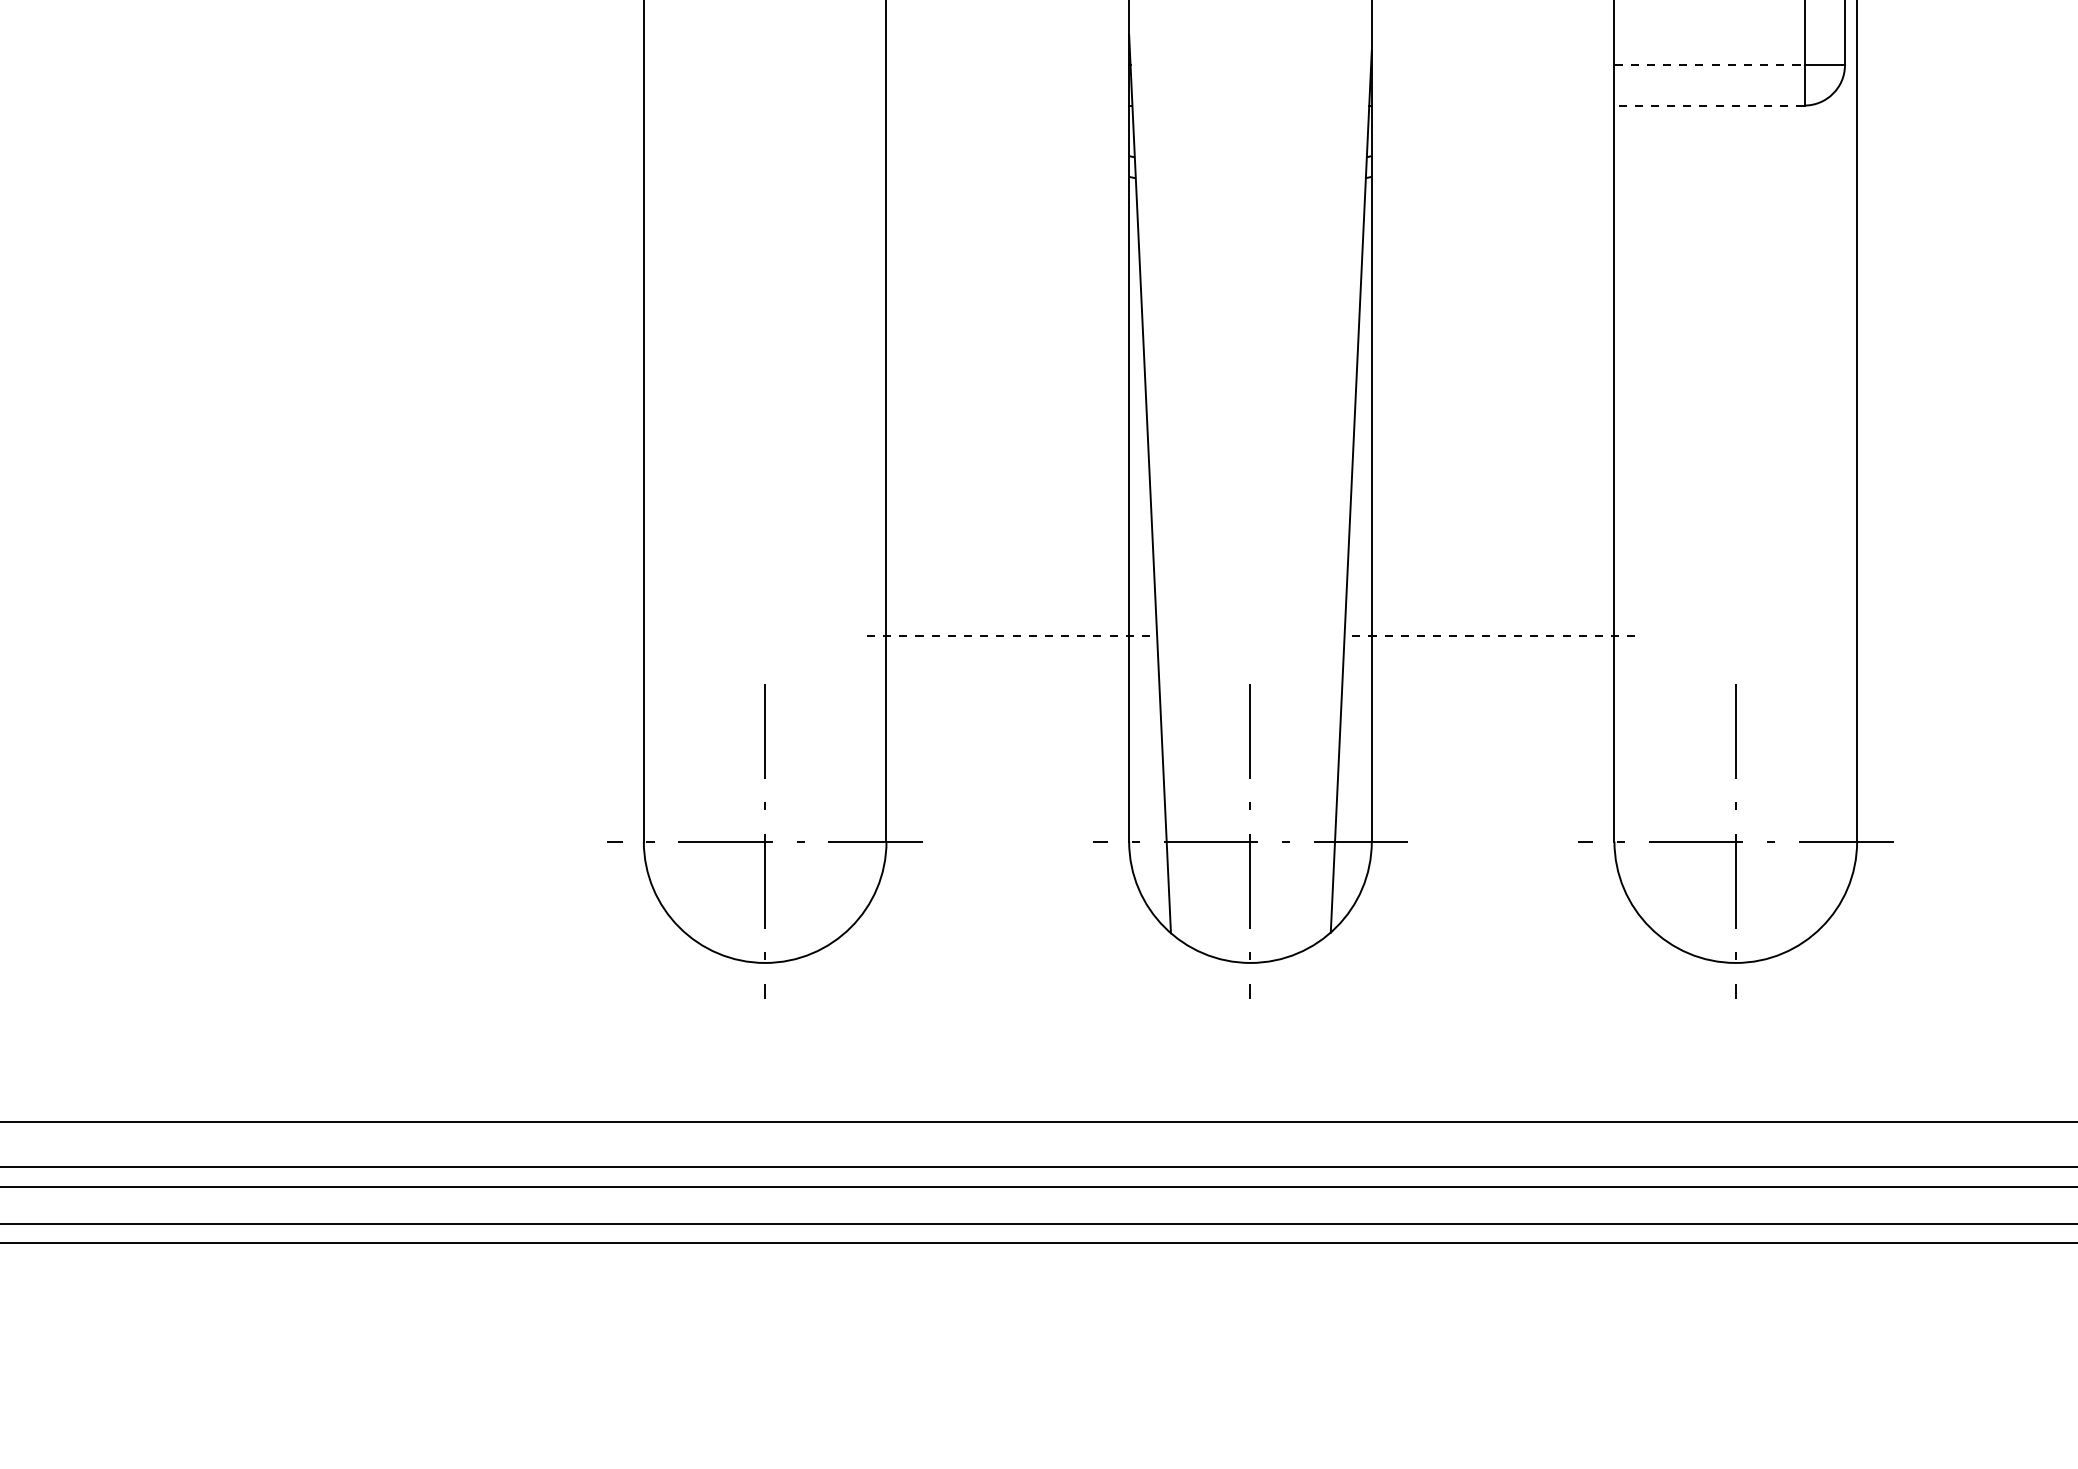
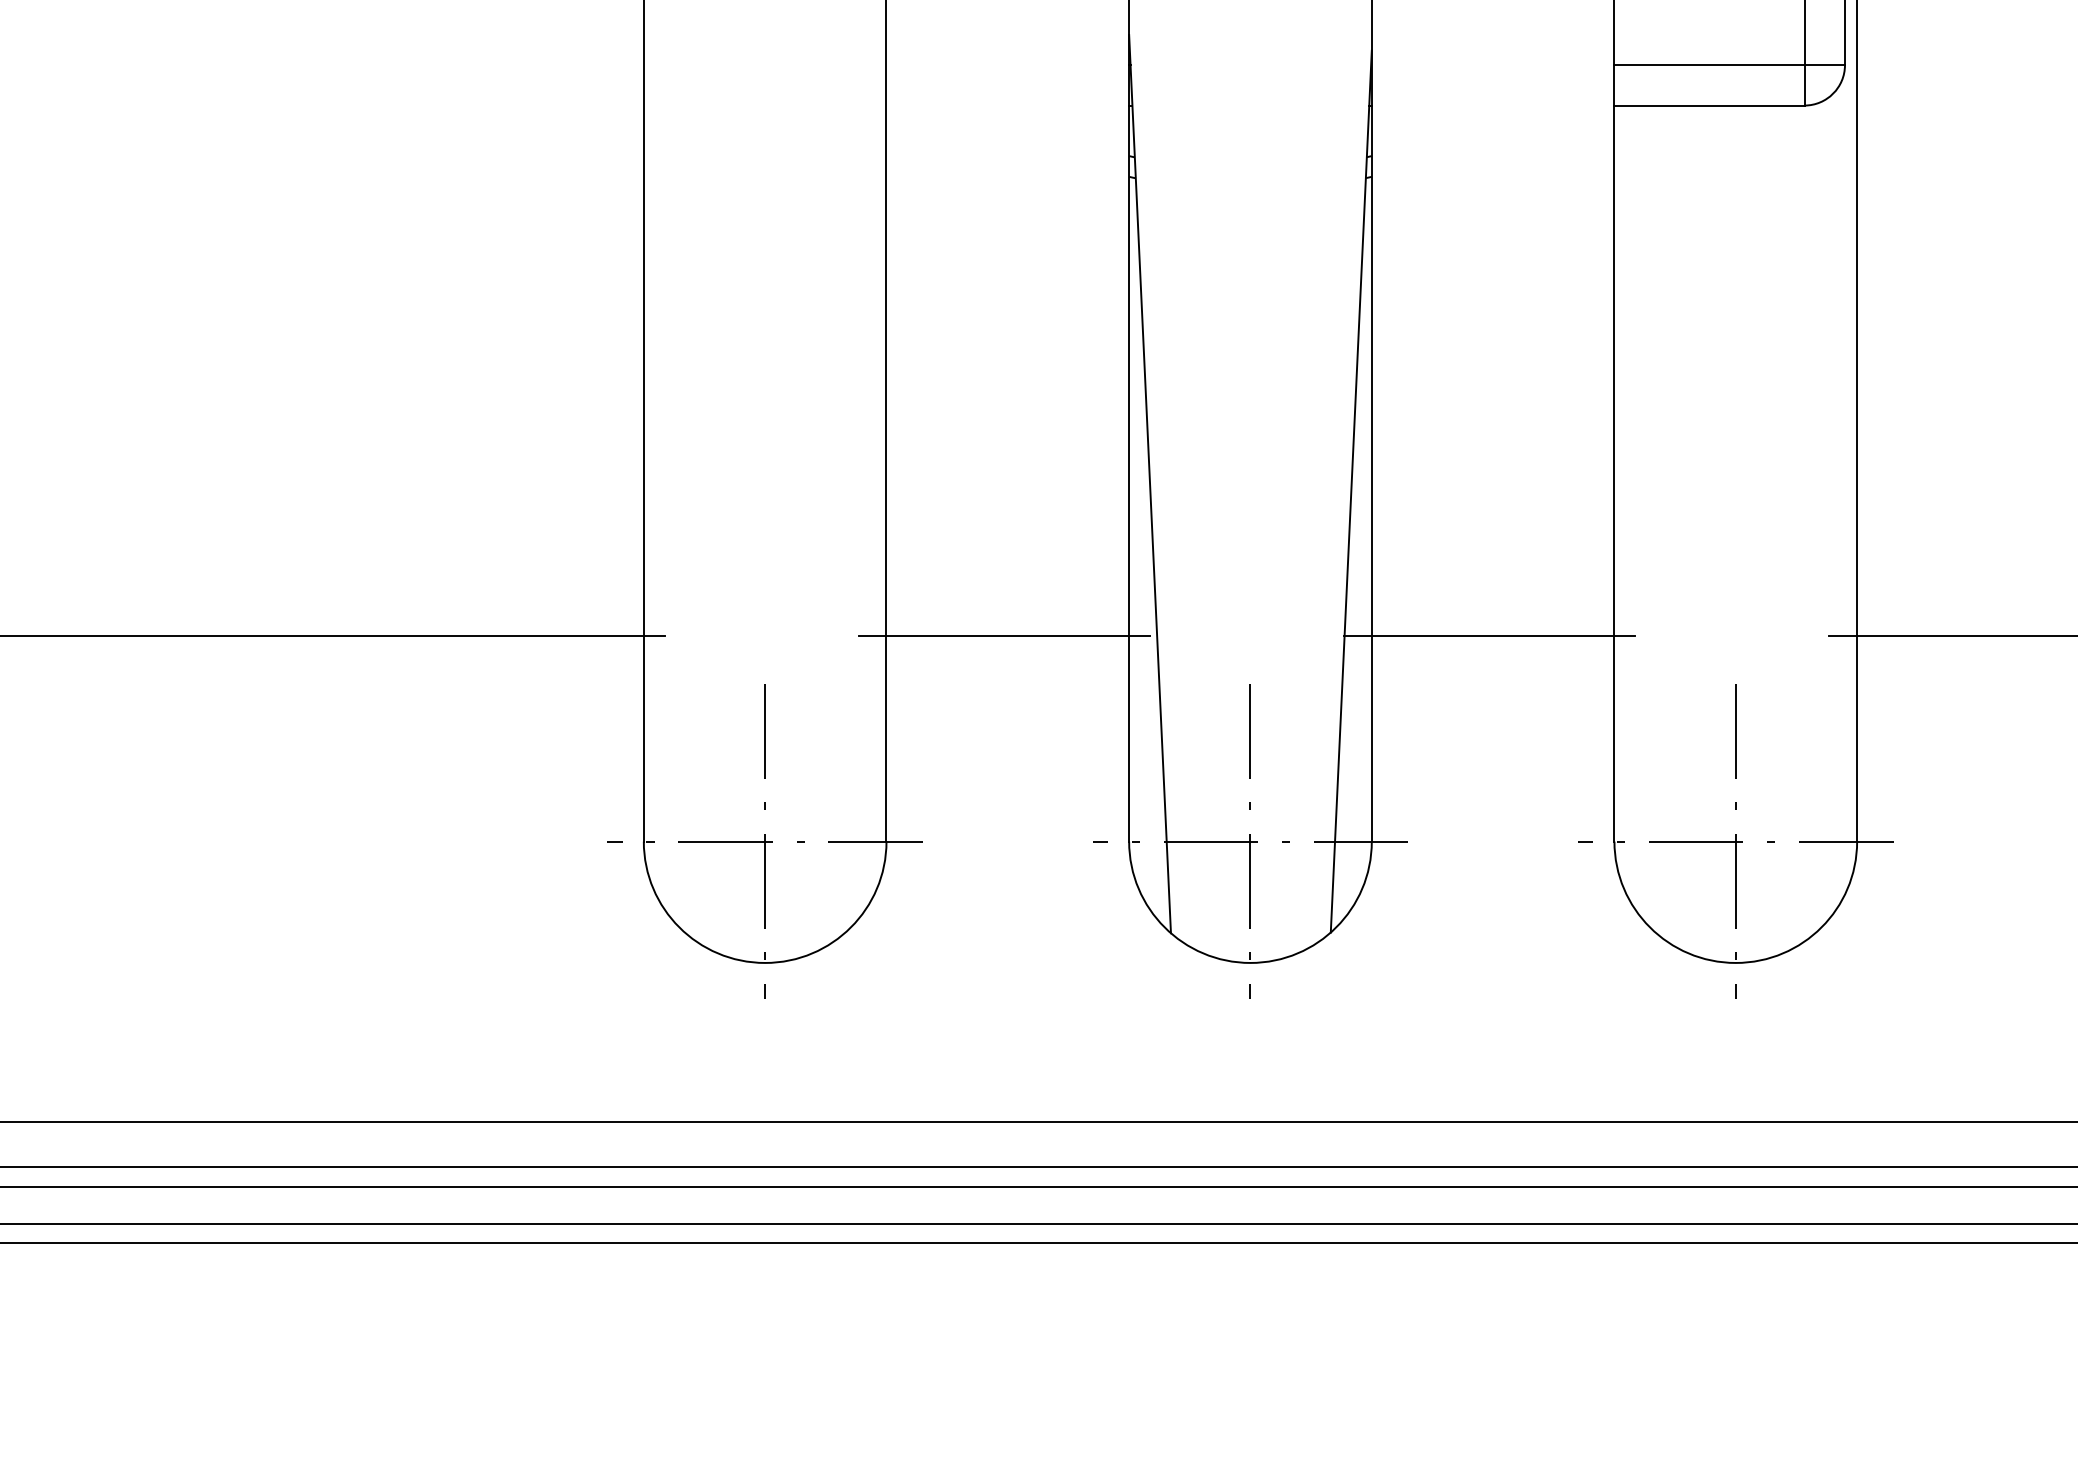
line at (1710, 65): dashed -> solid
line at (1709, 105): dashed -> solid
line at (333, 636): none -> present
line at (1004, 636): dashed -> solid
line at (1489, 636): dashed -> solid
line at (1951, 636): none -> present
